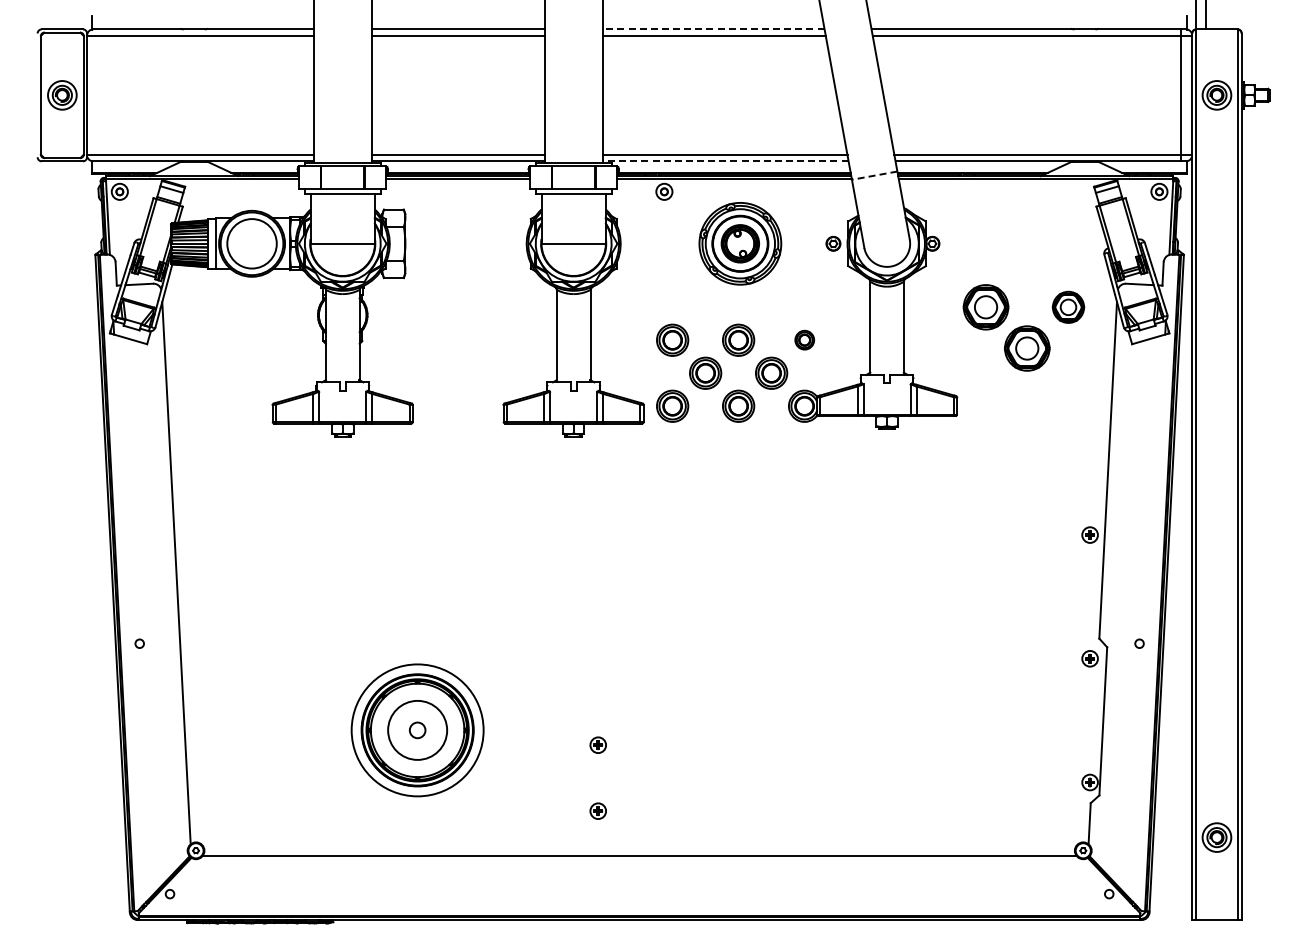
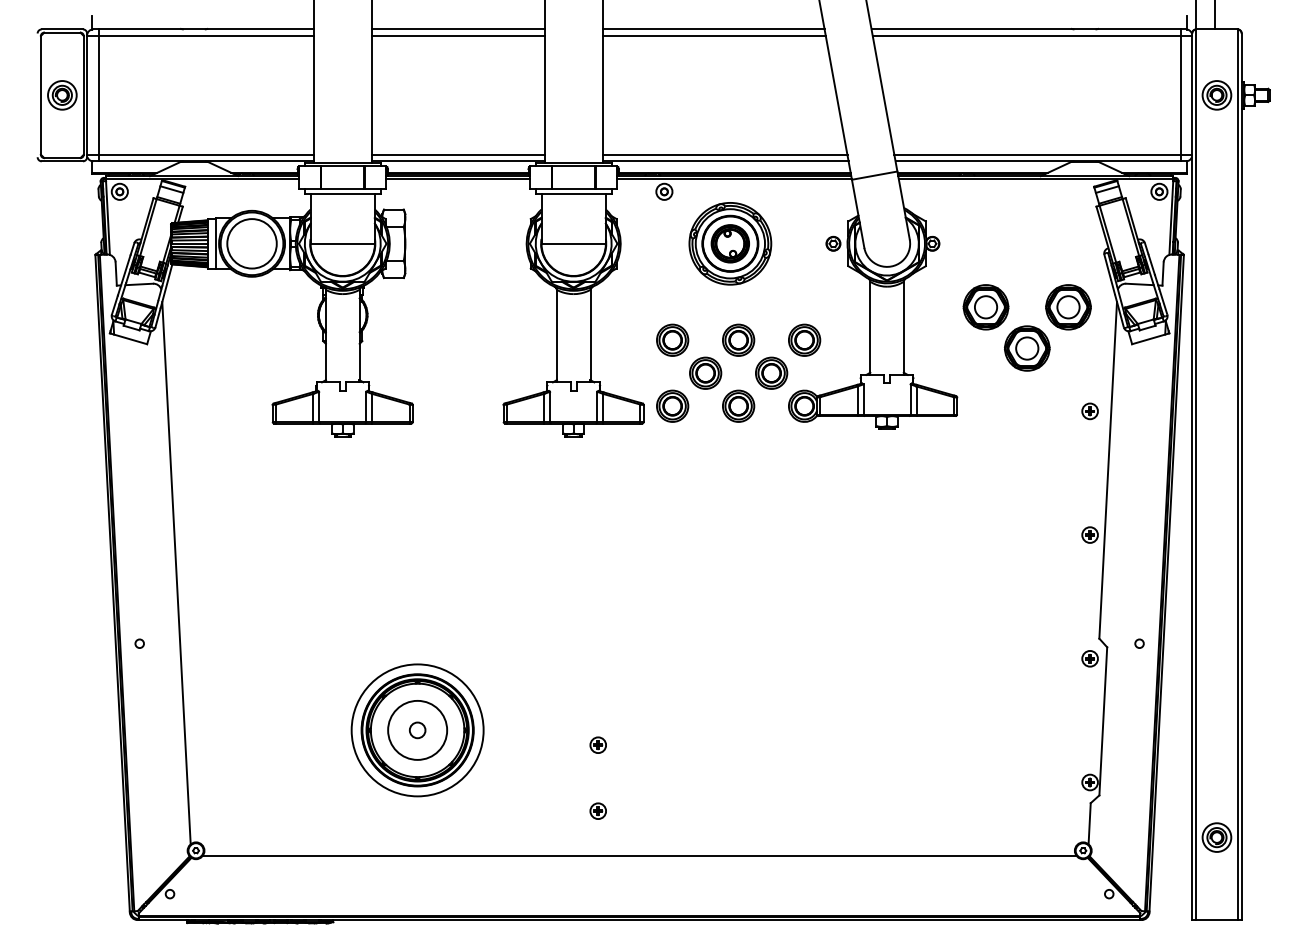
line at (1206, 15) position: (1206, 15) -> (1215, 15)
line at (713, 29): dashed -> solid
line at (98, 95): none -> present
line at (725, 161): dashed -> solid
line at (874, 175): dashed -> solid
part at (740, 243) position: (740, 243) -> (730, 243)
part at (1068, 306) size: 35x34 px -> 47x47 px
part at (804, 339) size: 21x22 px -> 34x34 px
part at (1089, 411): none -> present
